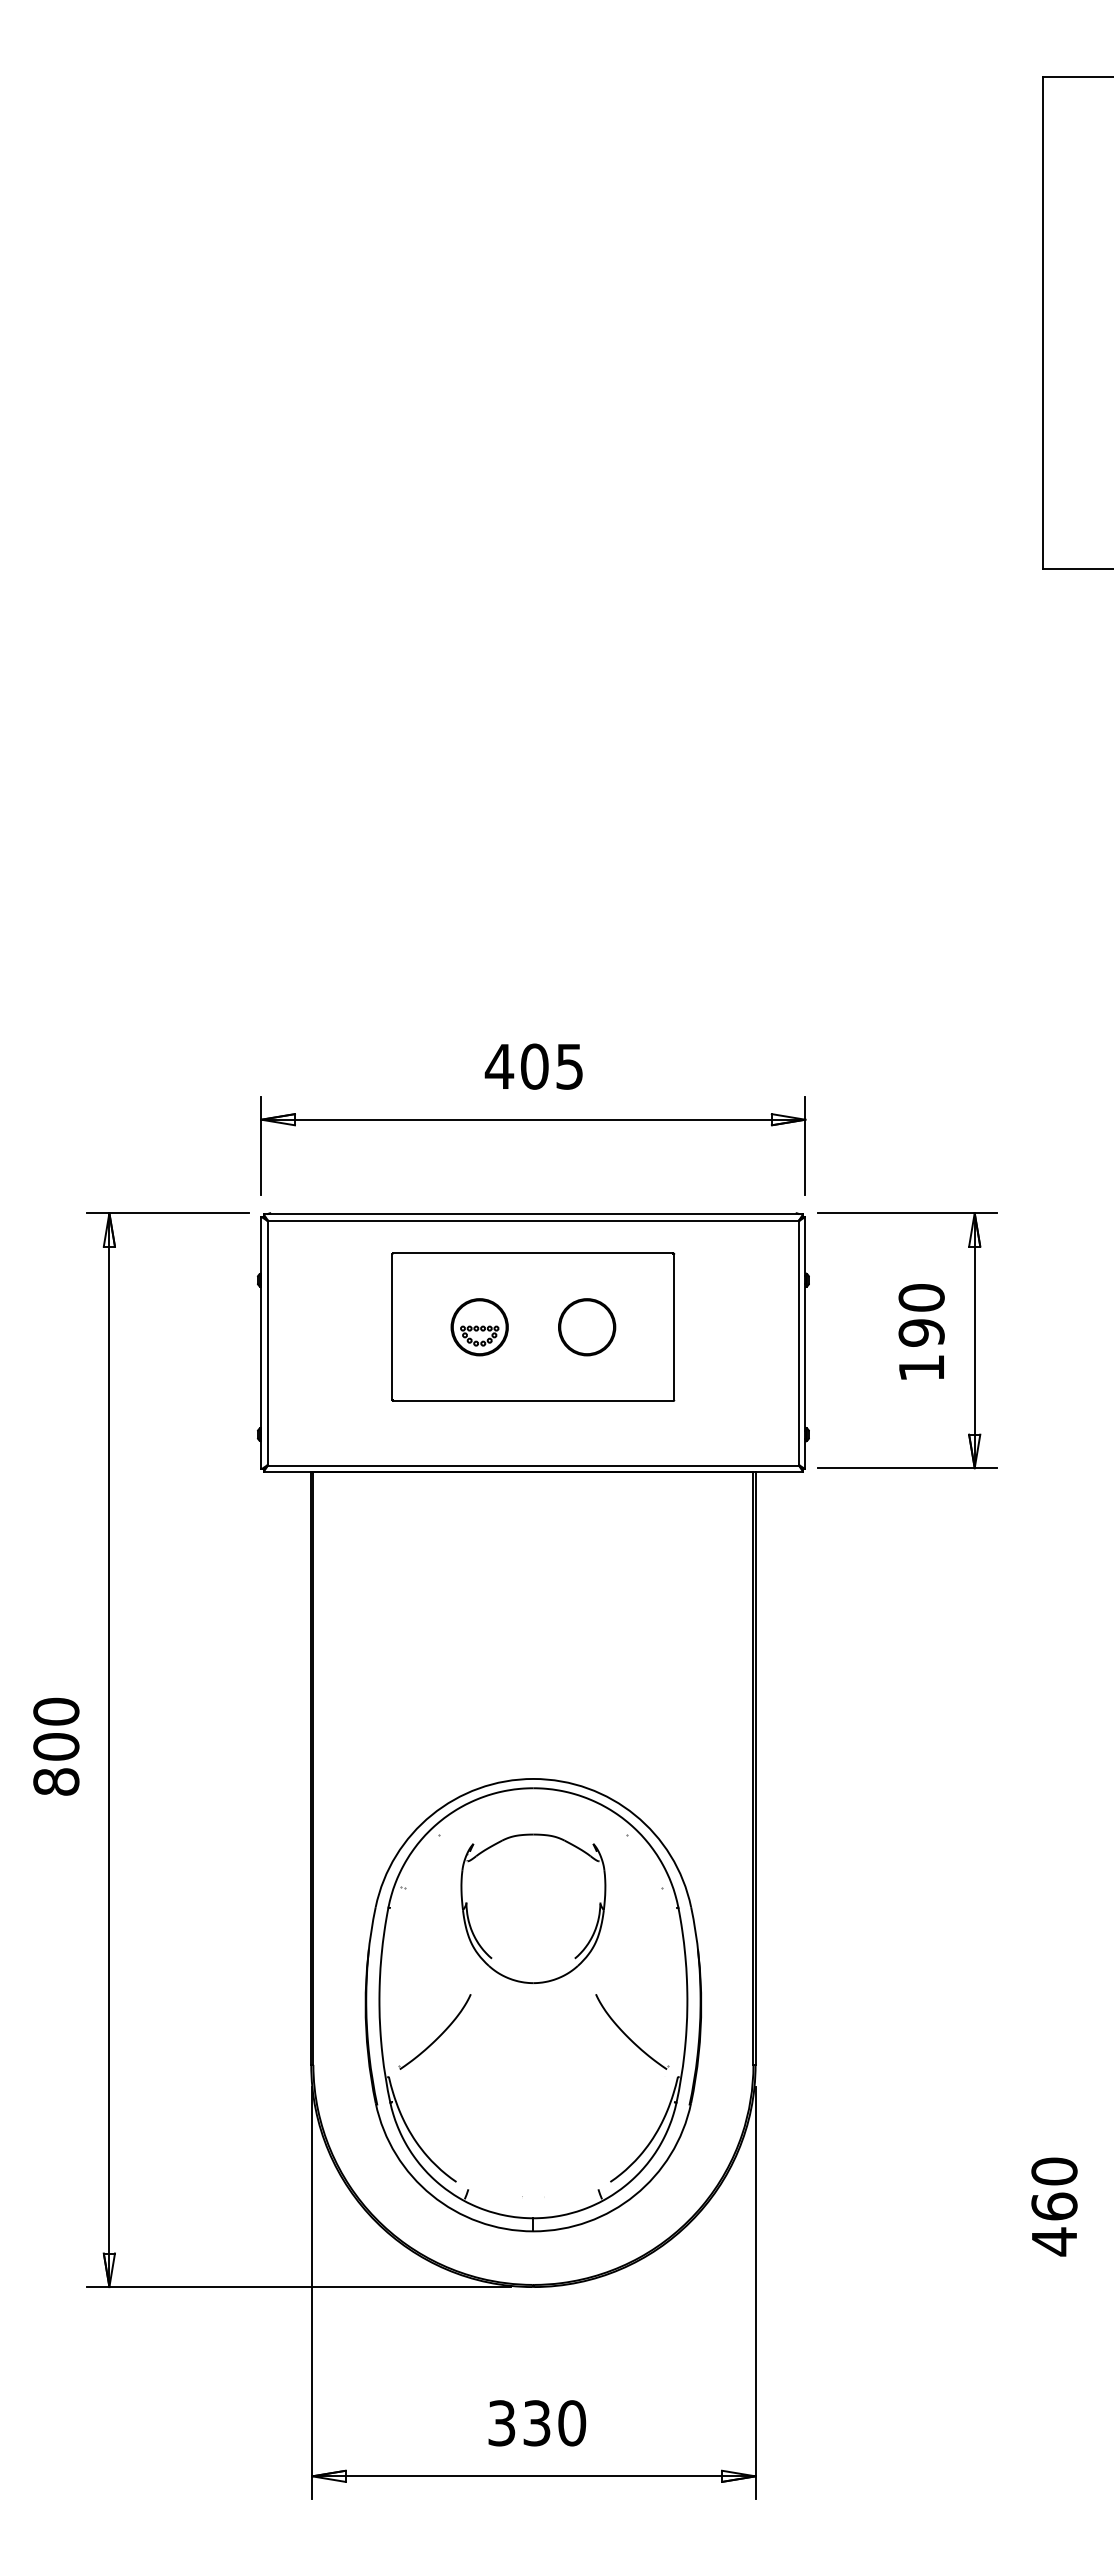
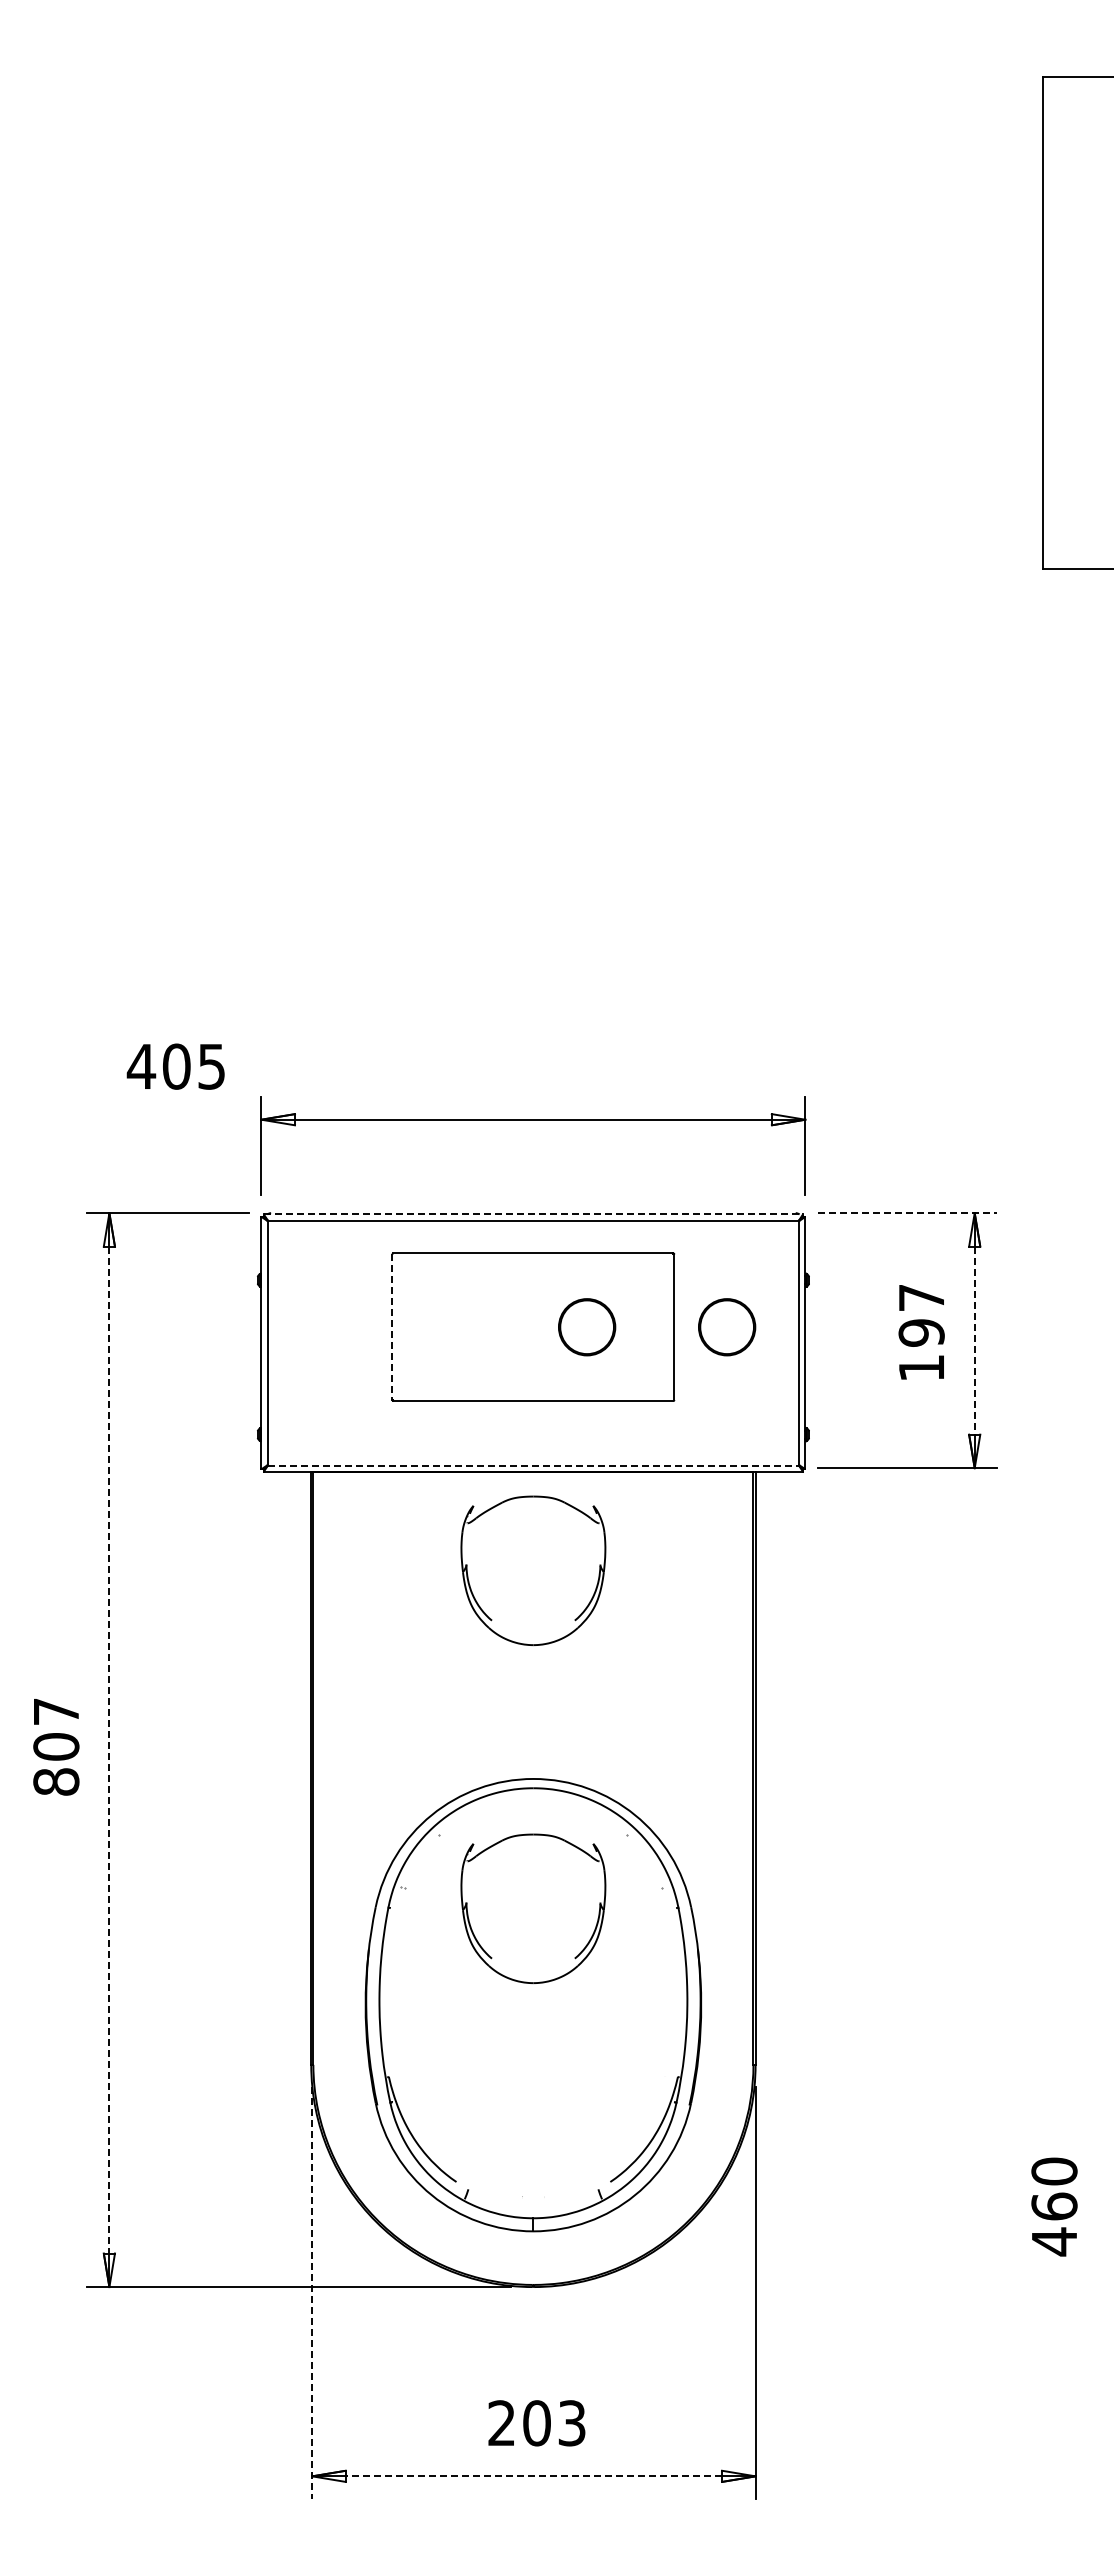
text at (533, 1066) position: (533, 1066) -> (175, 1066)
line at (908, 1213): solid -> dashed
line at (533, 1214): solid -> dashed
text at (921, 1297): 190 -> 197
line at (392, 1327): solid -> dashed
part at (479, 1327): present -> none
part at (727, 1327): none -> present
line at (974, 1340): solid -> dashed
line at (533, 1465): solid -> dashed
part at (580, 1613): none -> present
text at (56, 1711): 800 -> 807
line at (109, 1750): solid -> dashed
part at (439, 2035): present -> none
part at (627, 2035): present -> none
line at (312, 2293): solid -> dashed
text at (537, 2423): 330 -> 203
line at (533, 2476): solid -> dashed
